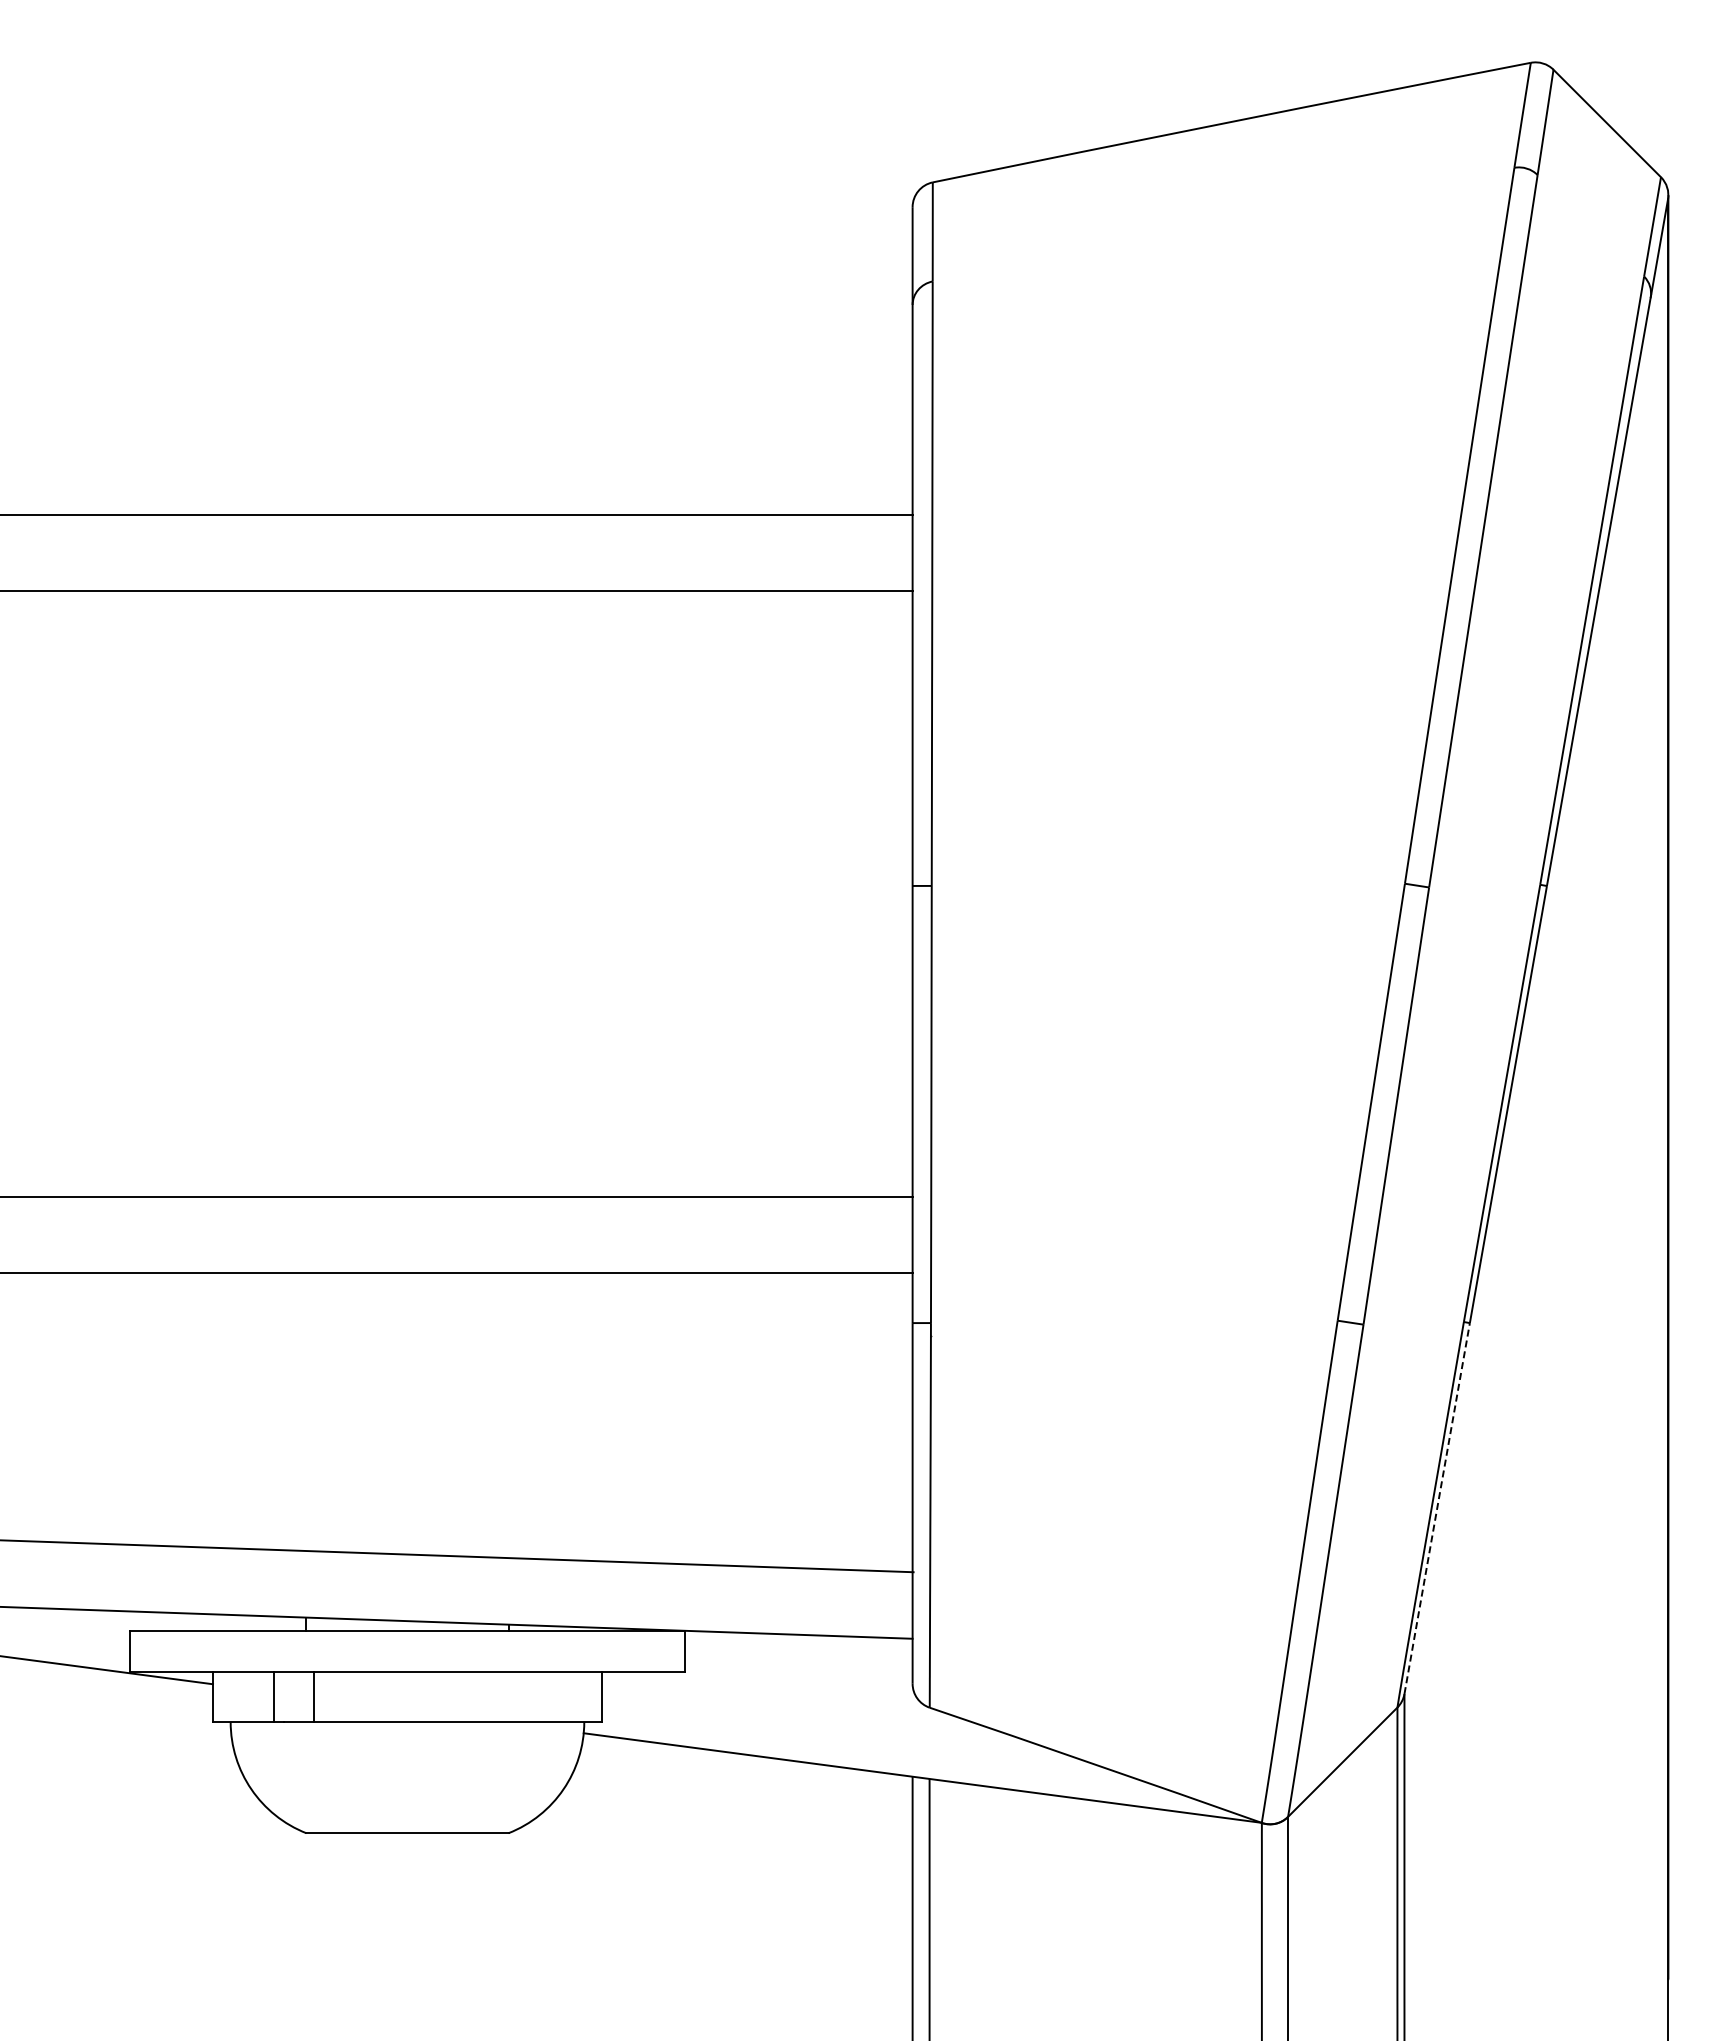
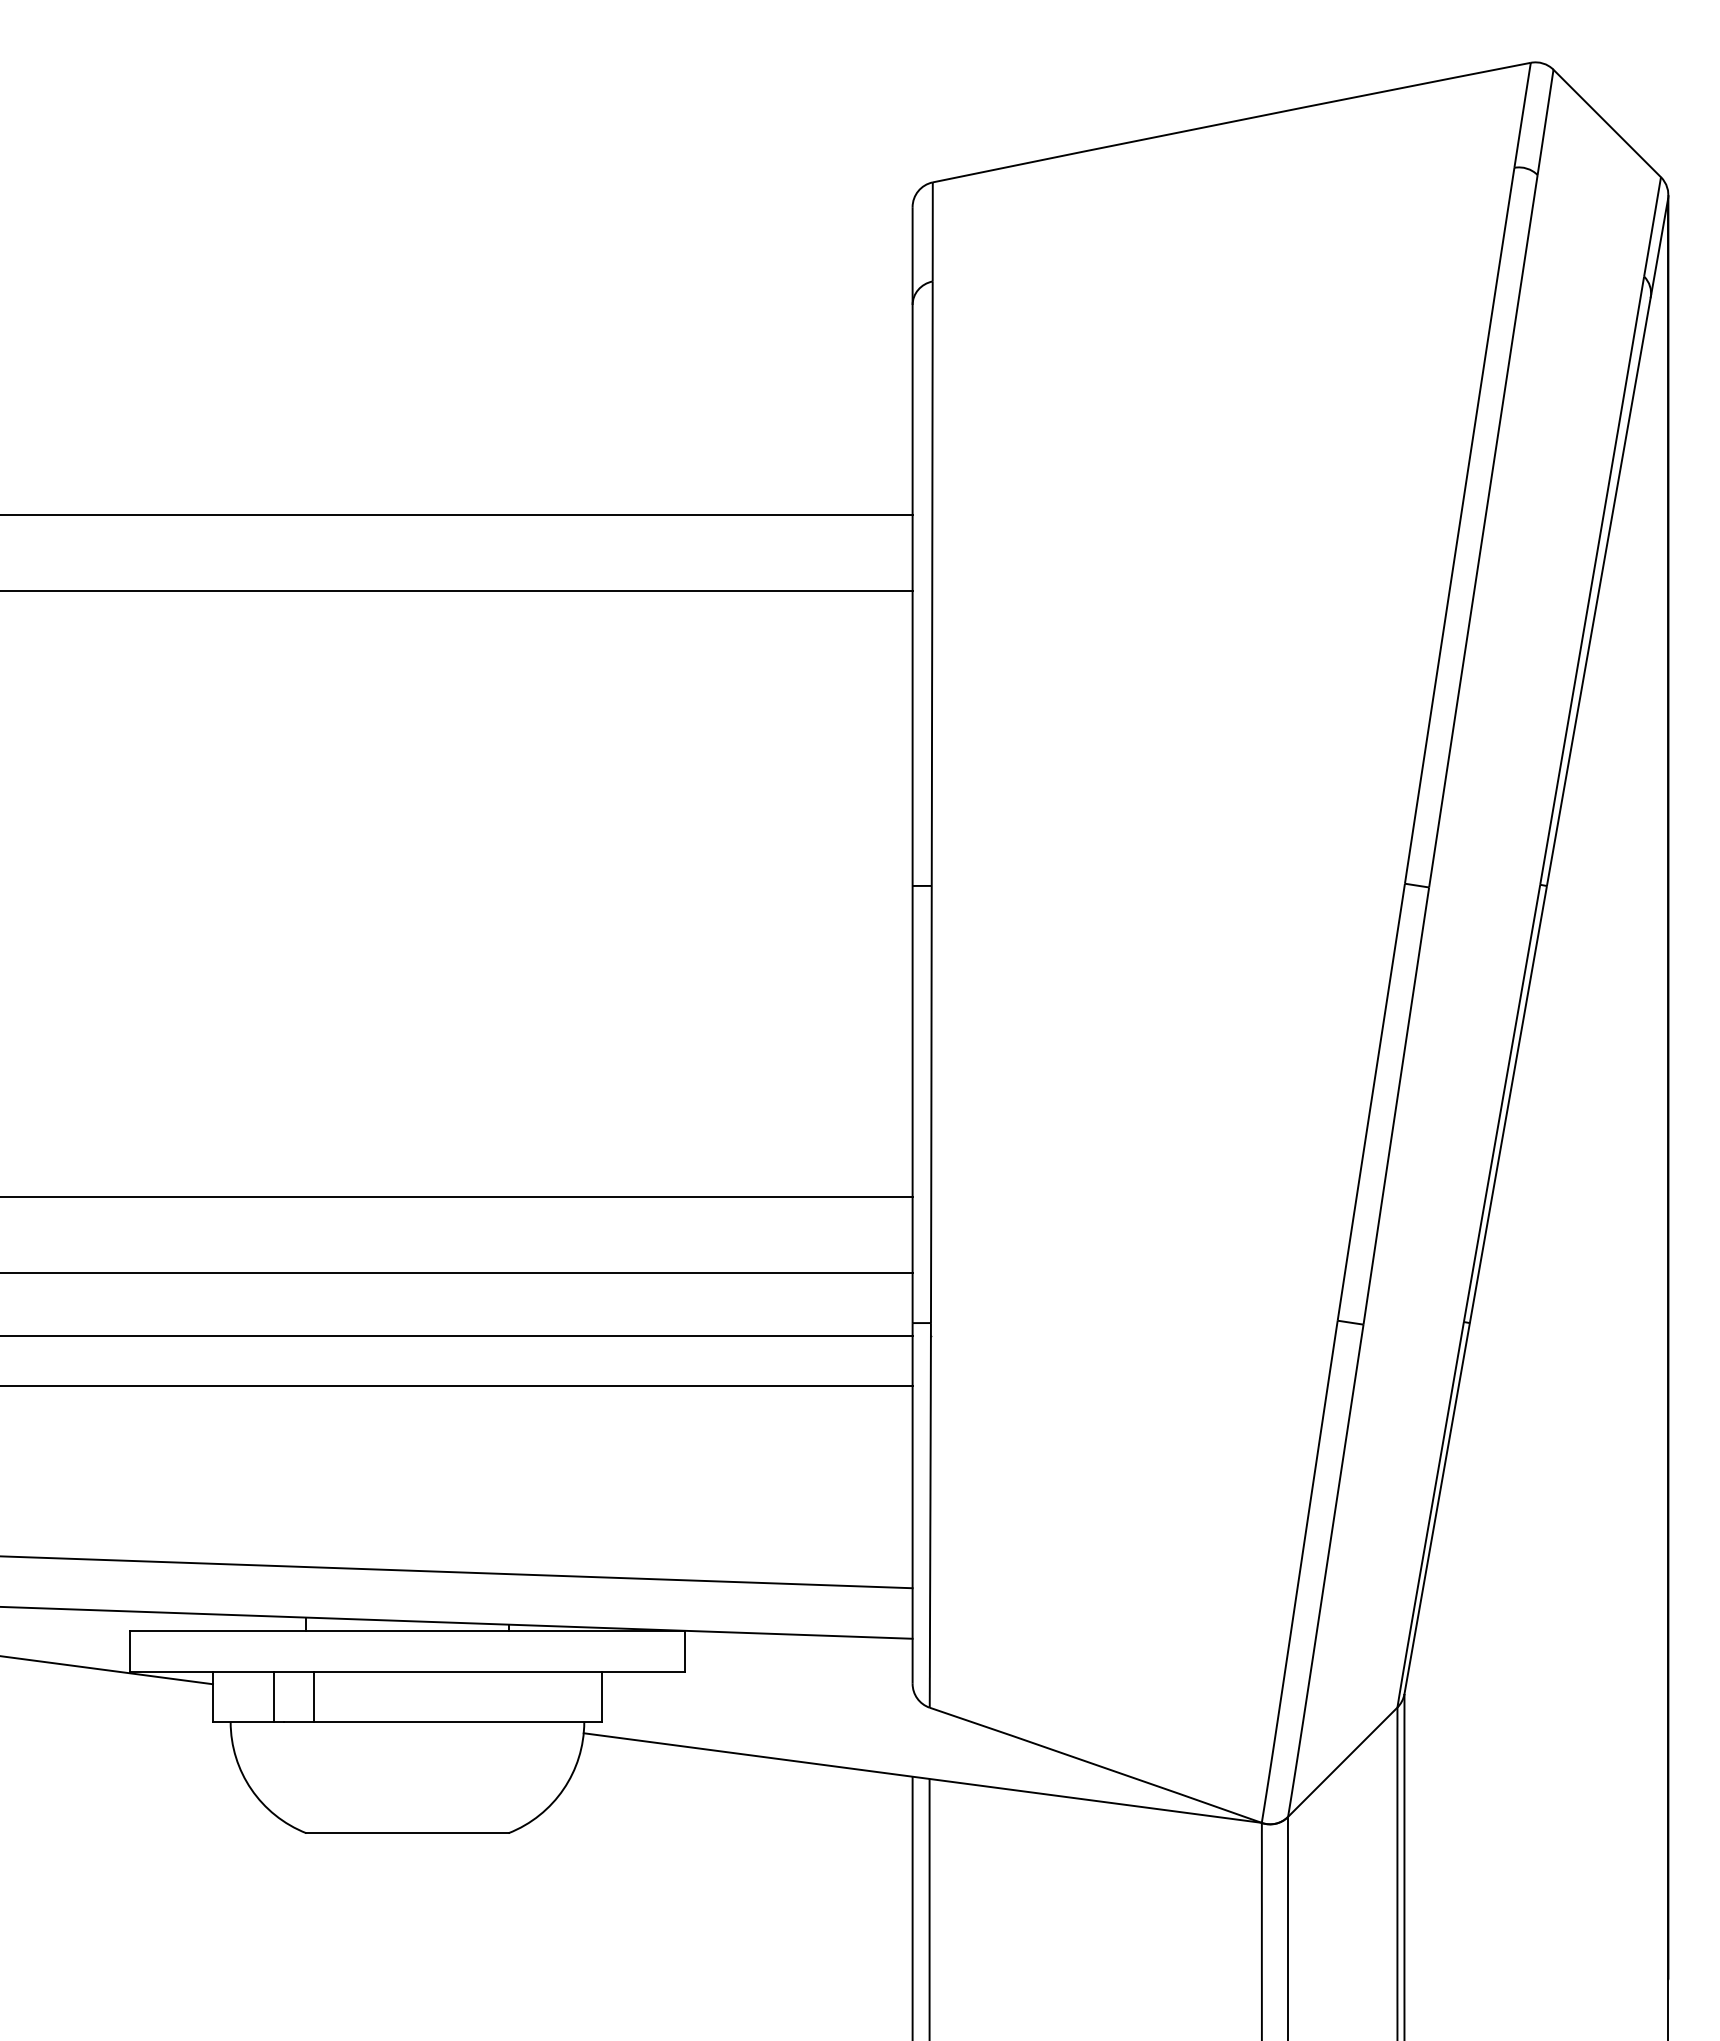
line at (457, 1335): none -> present
line at (457, 1386): none -> present
line at (1437, 1508): dashed -> solid
line at (457, 1556) position: (457, 1556) -> (457, 1572)
